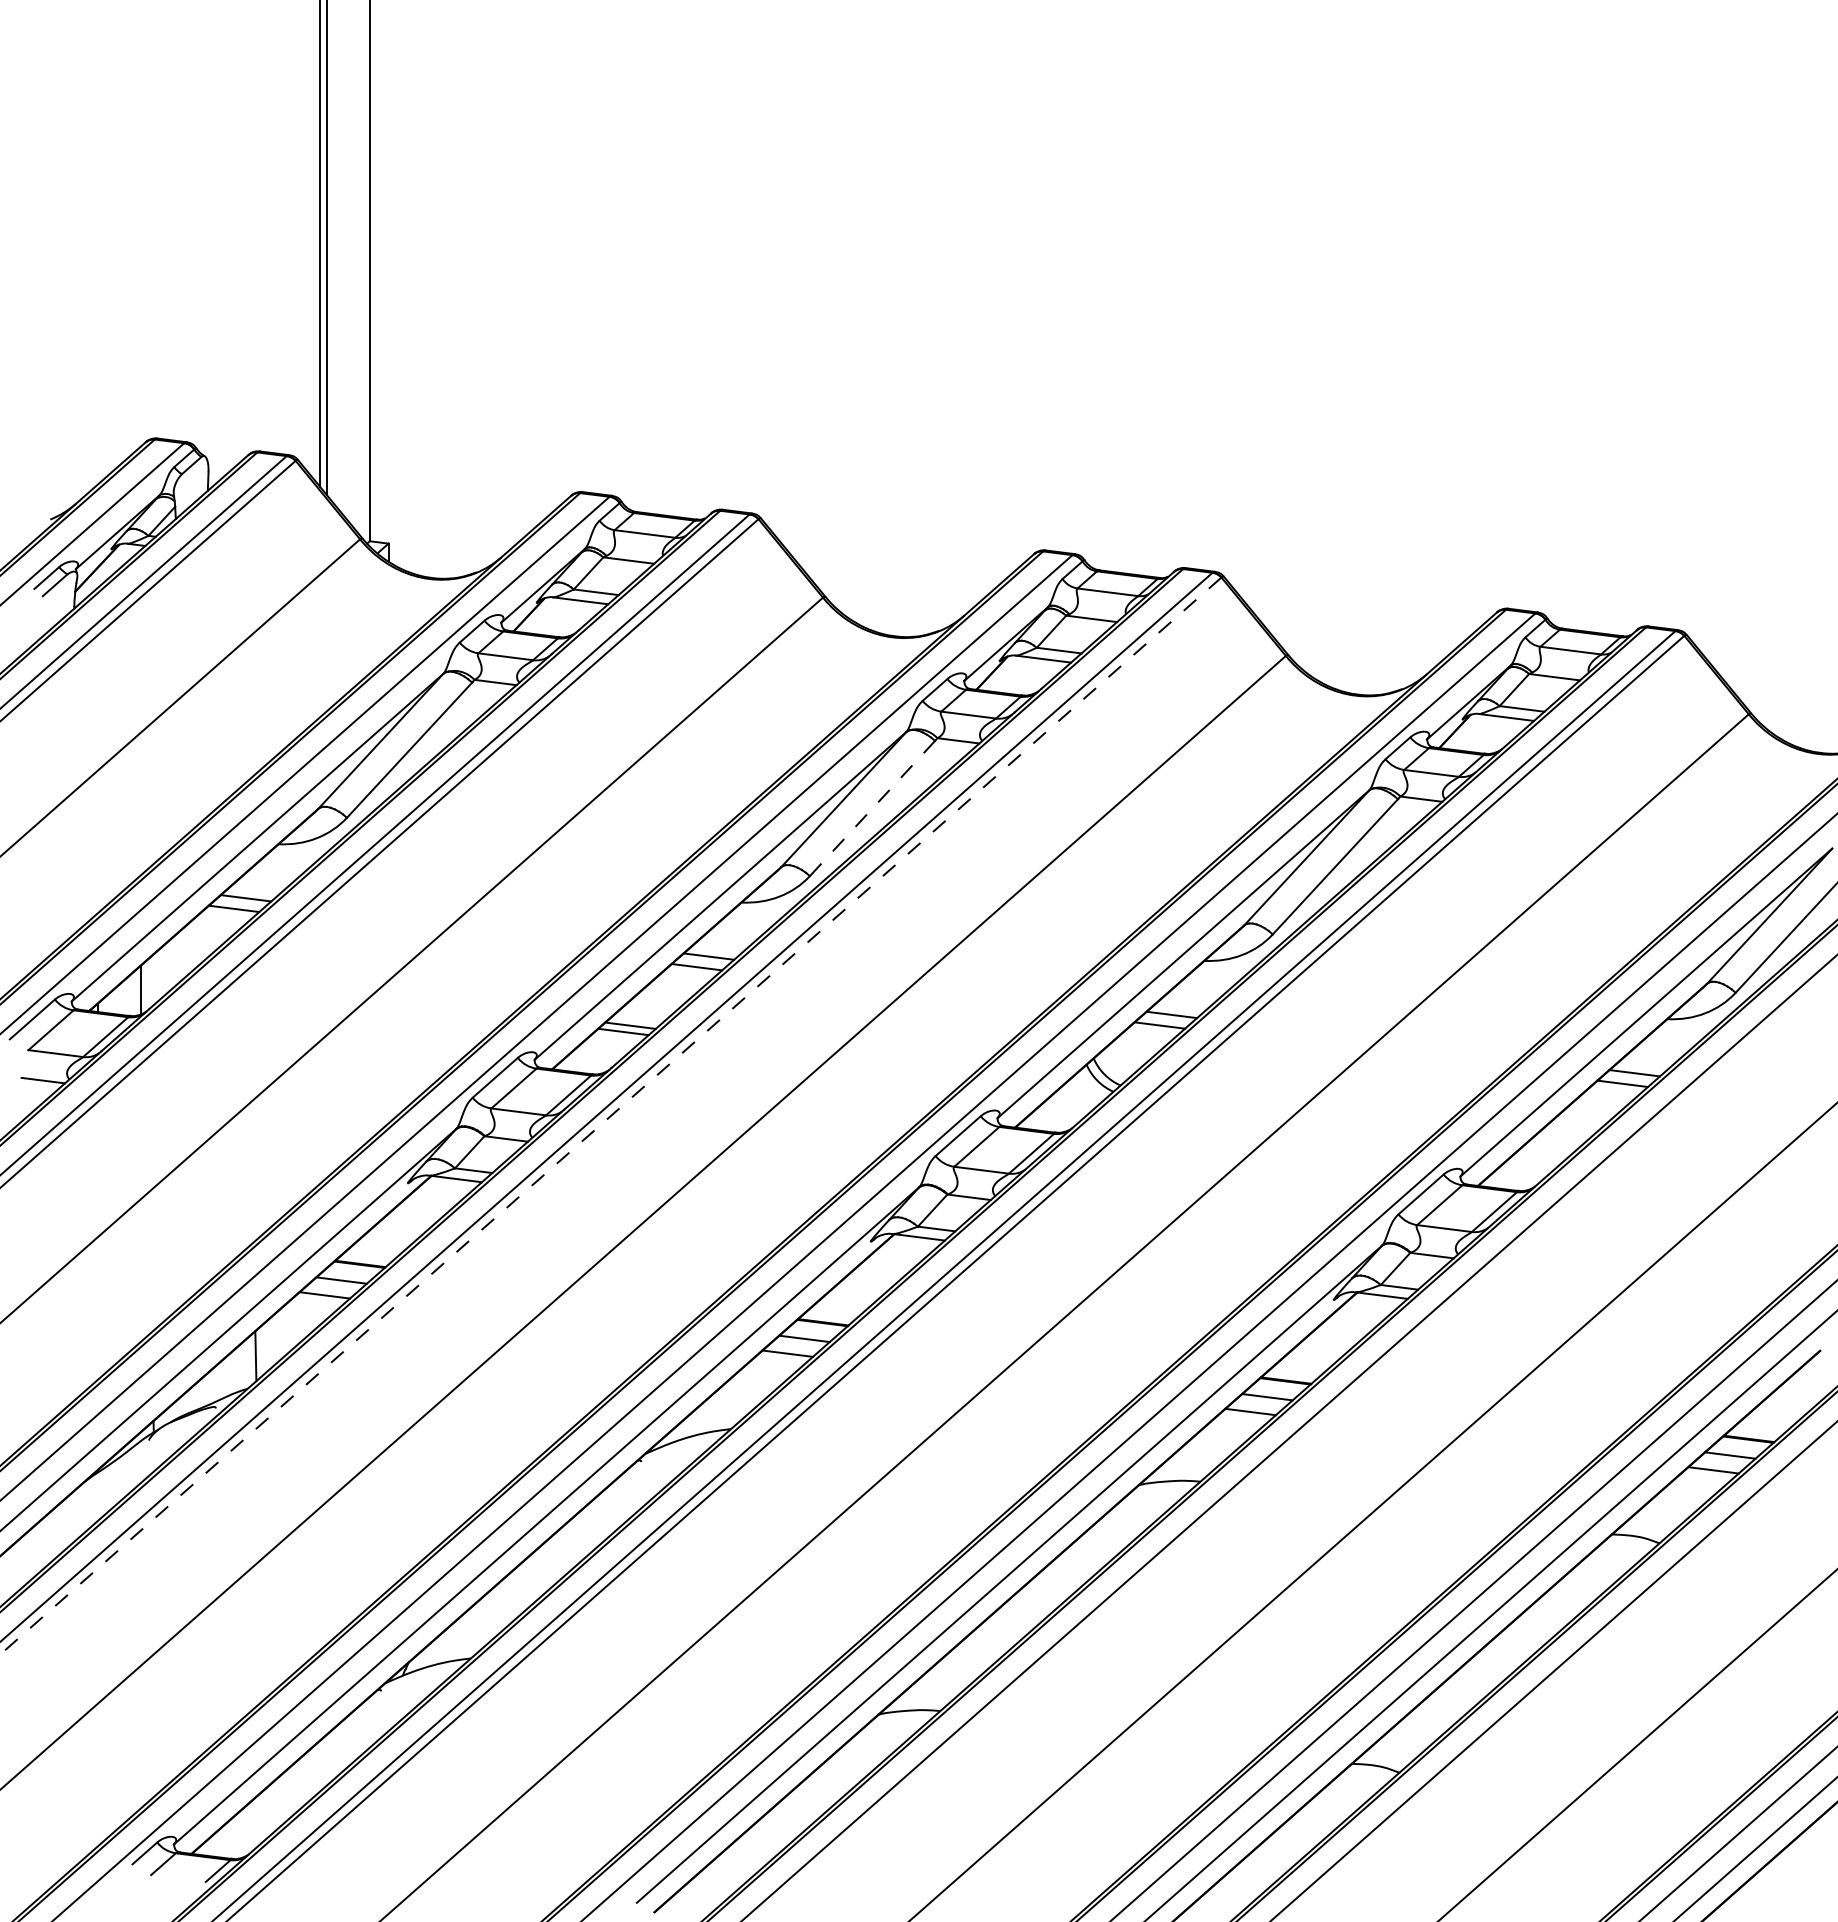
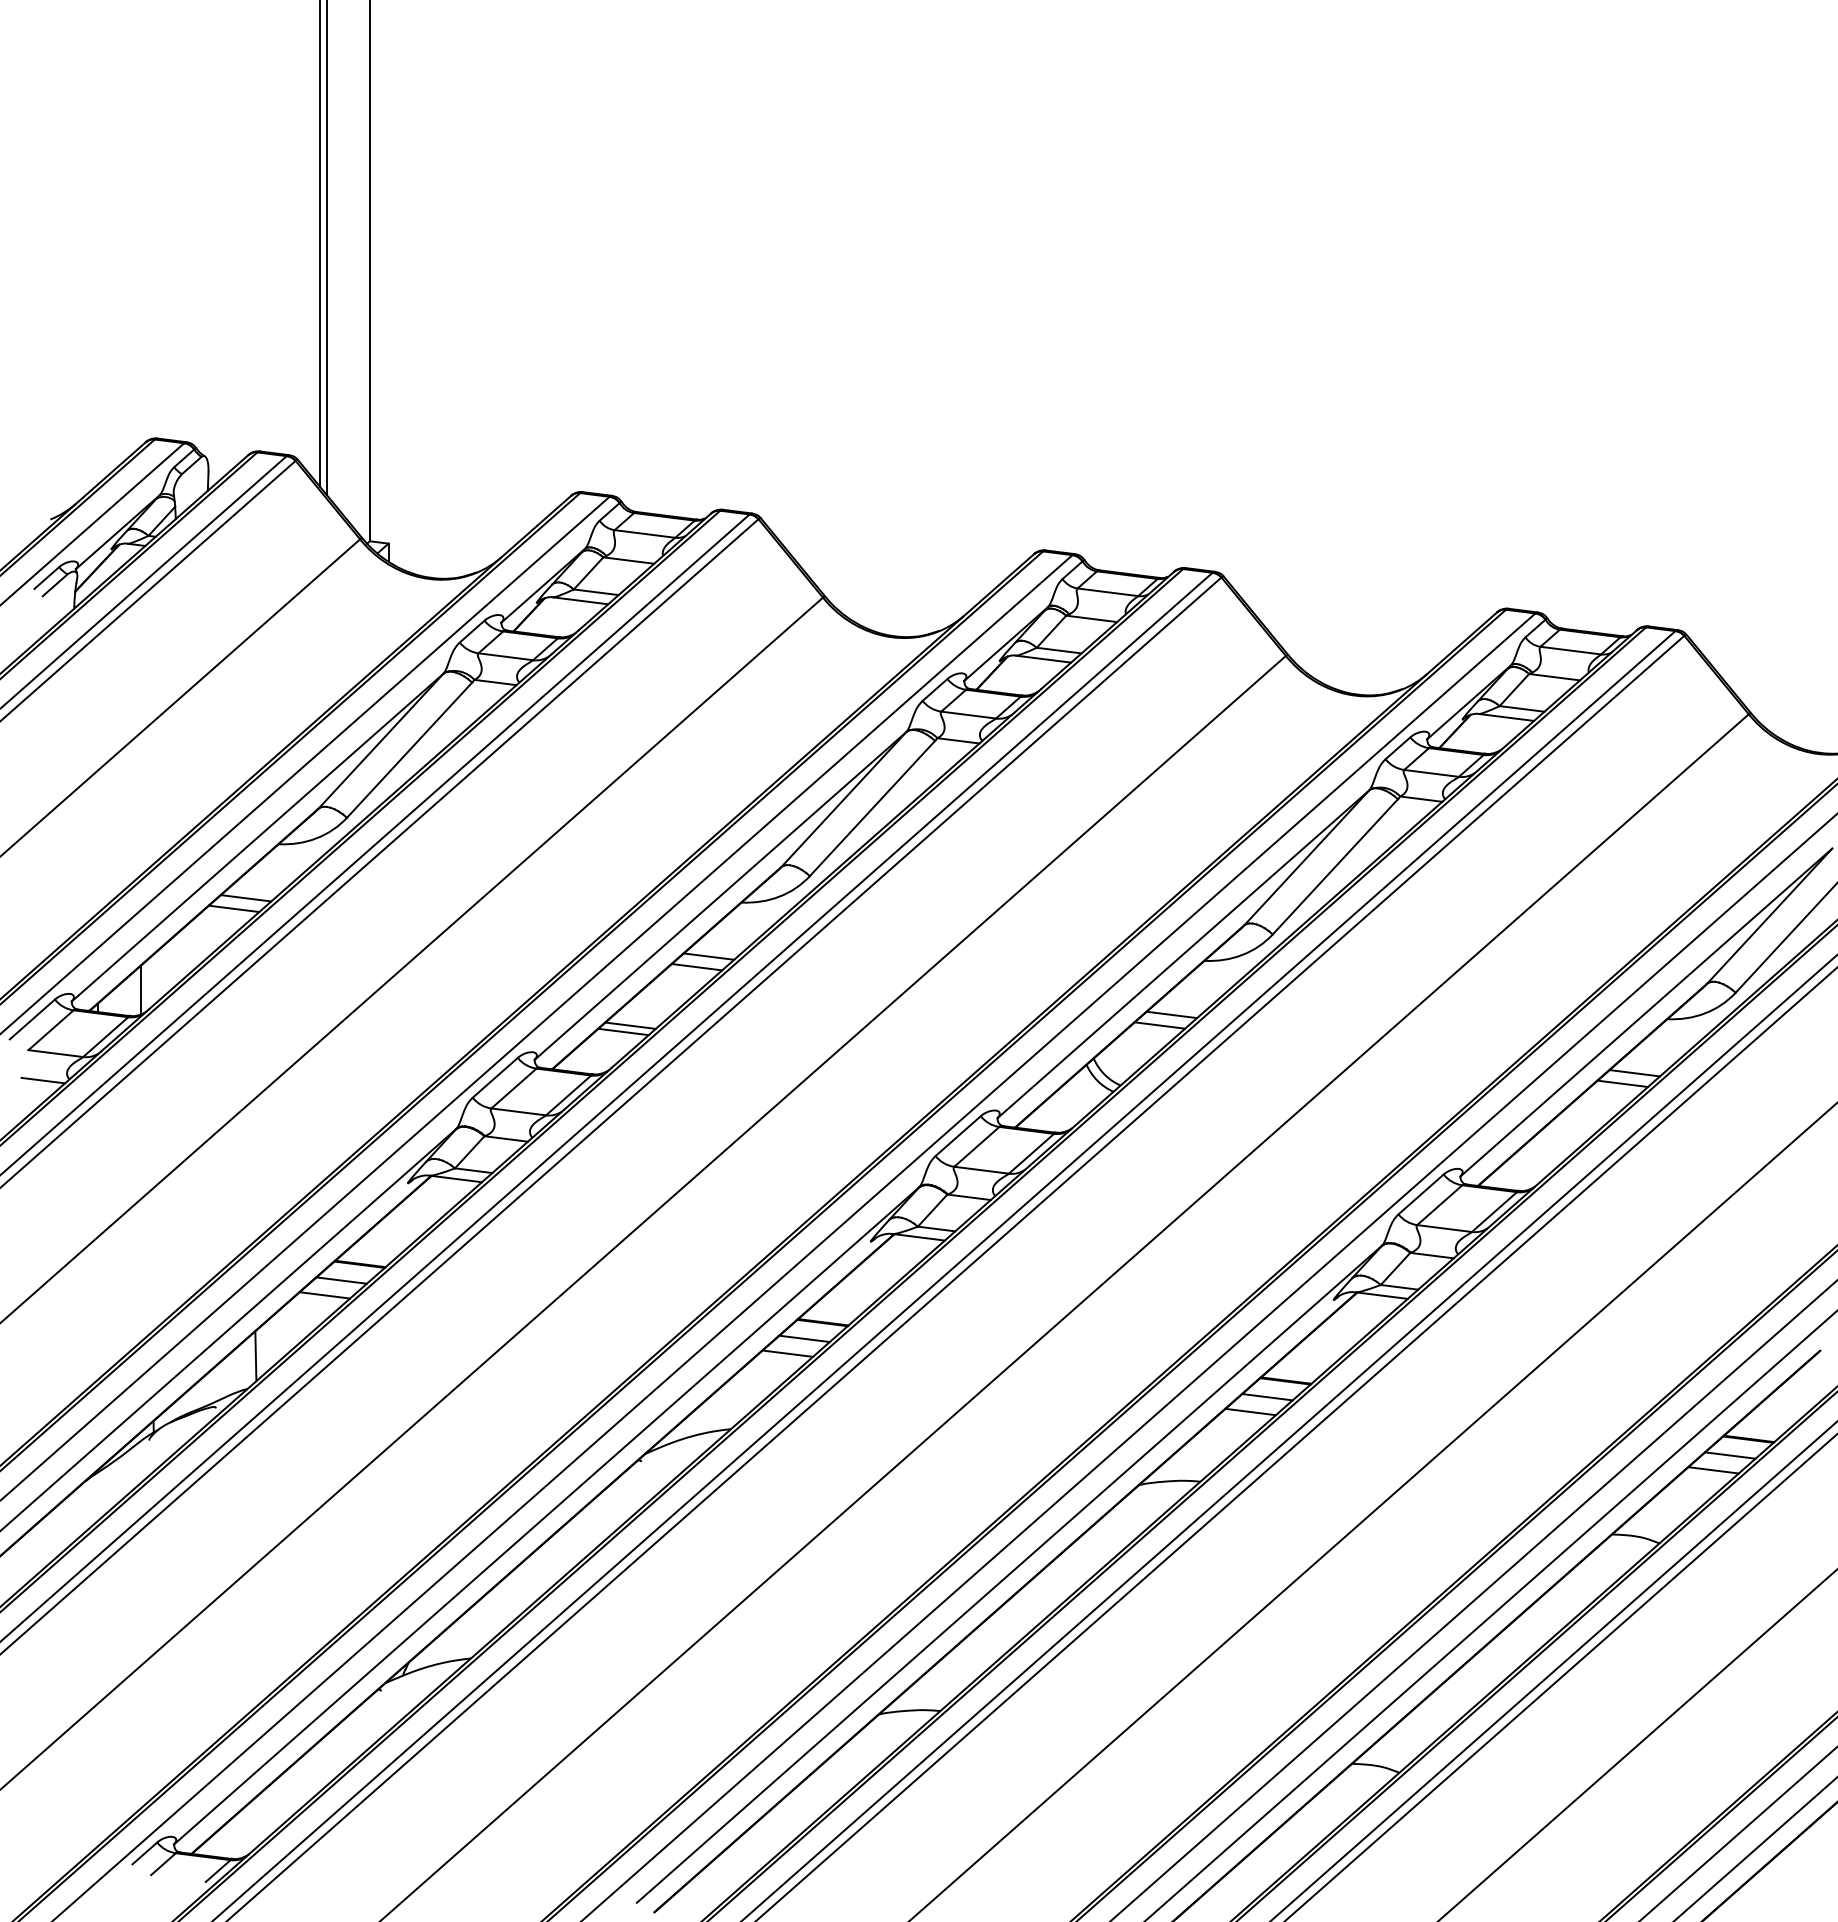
line at (872, 808): dashed -> solid
line at (610, 1115): dashed -> solid
line at (1296, 1444): none -> present
line at (1560, 1677): none -> present
